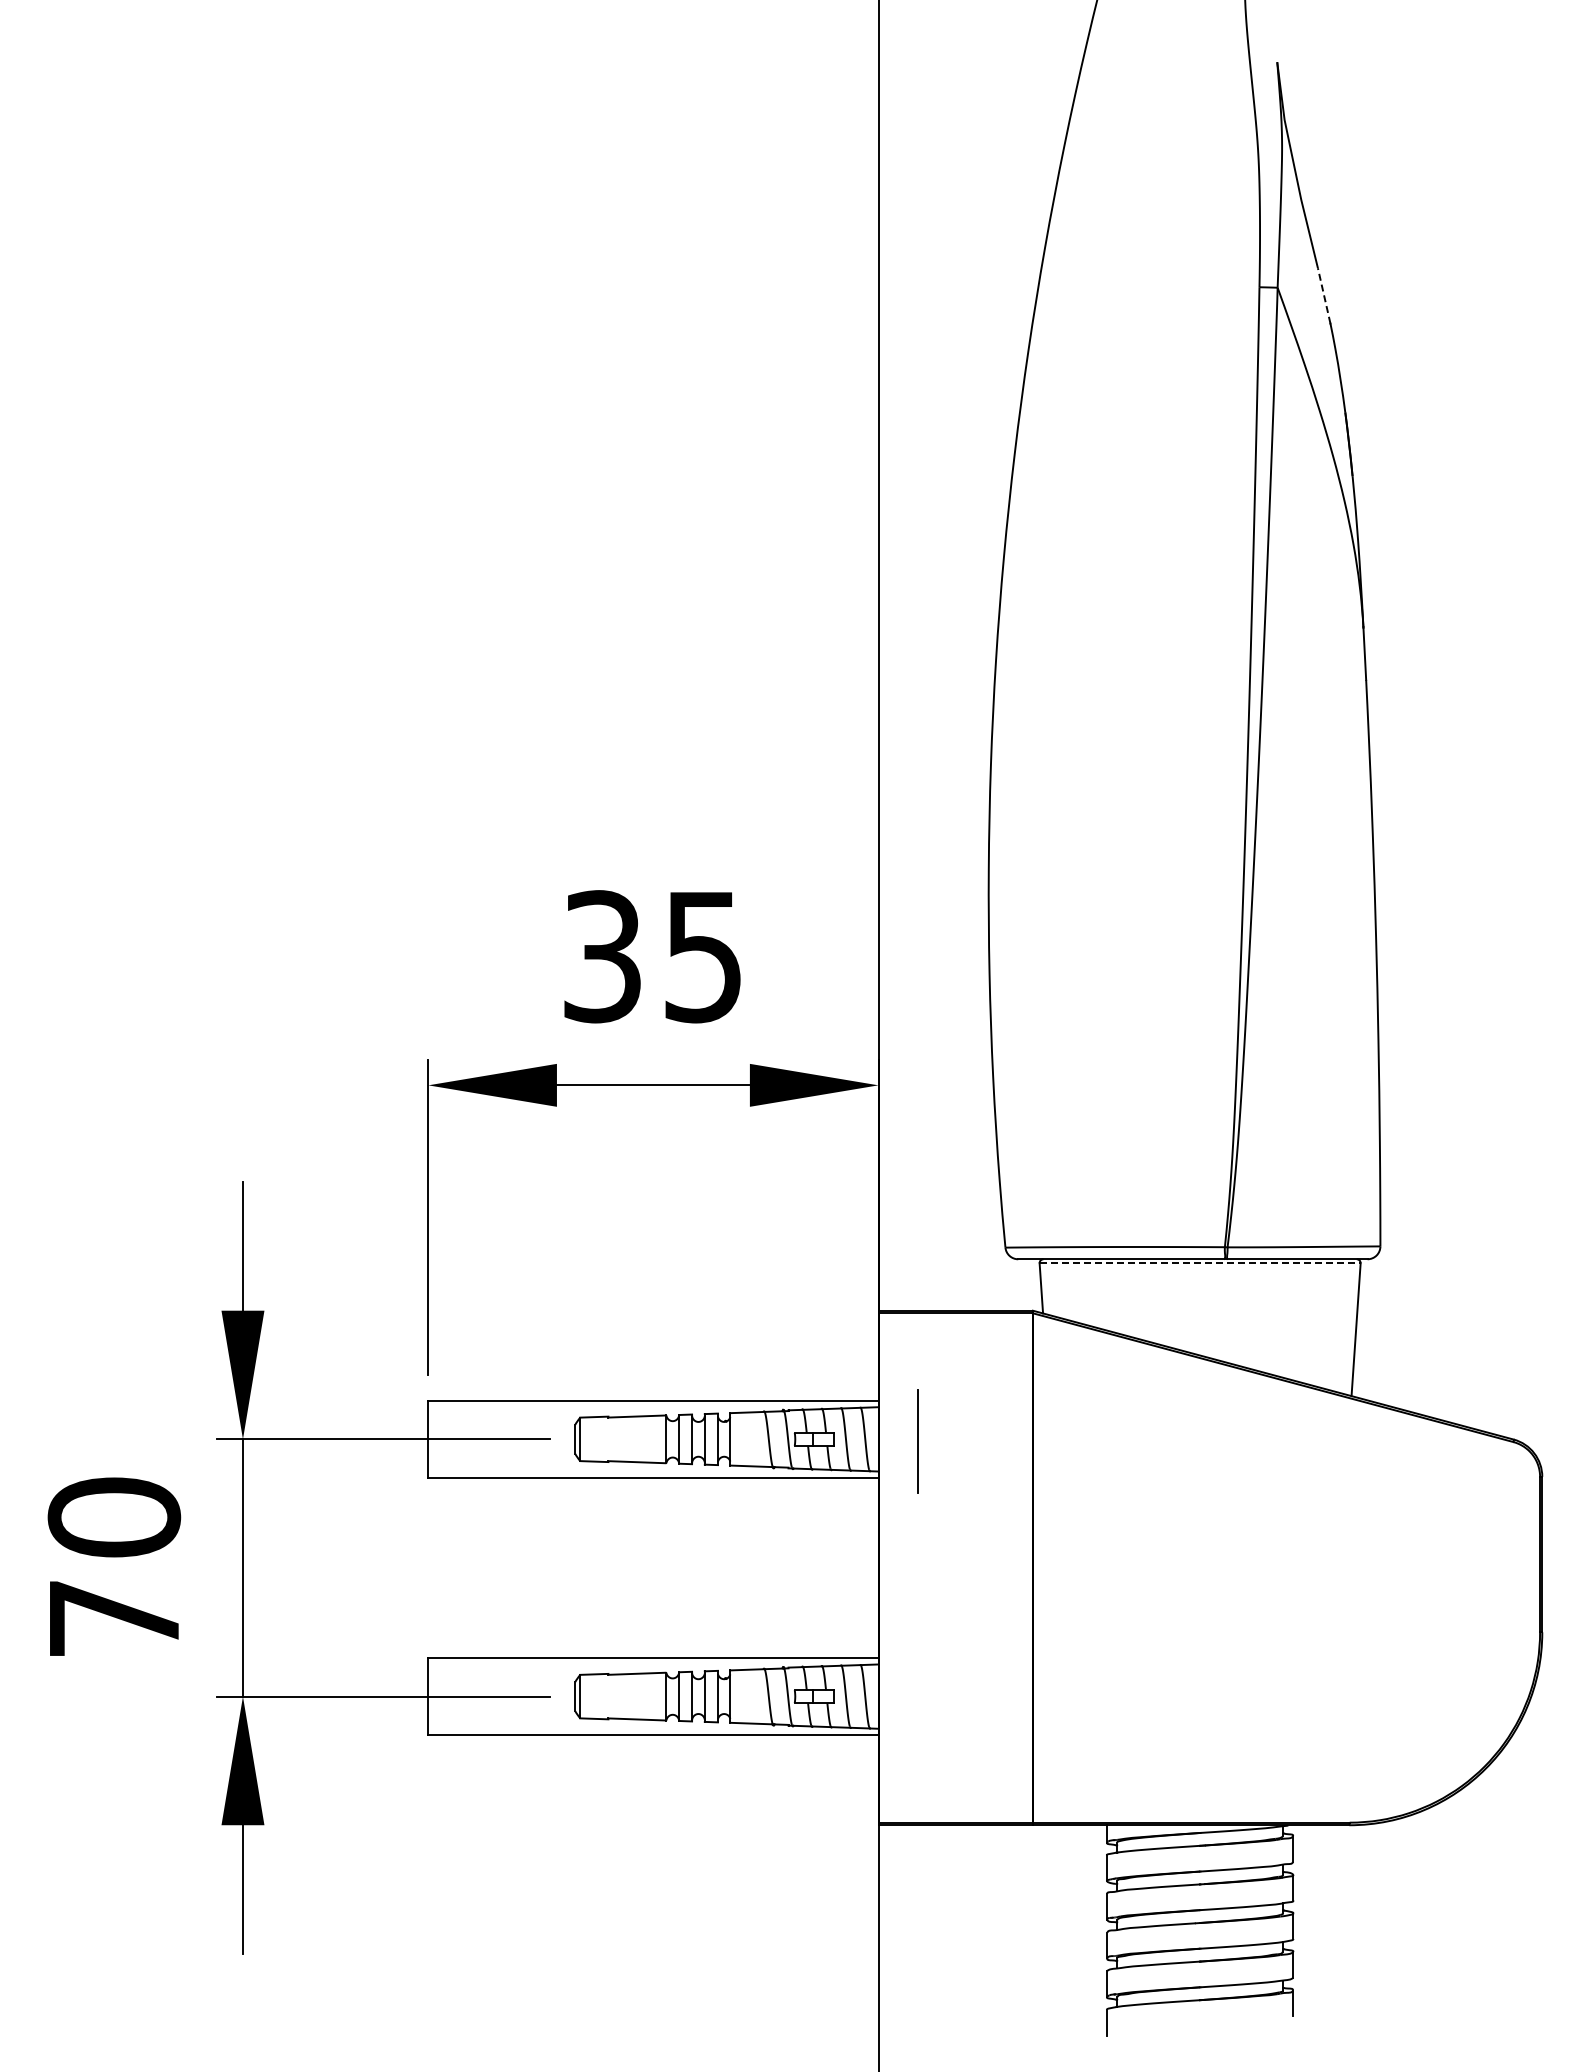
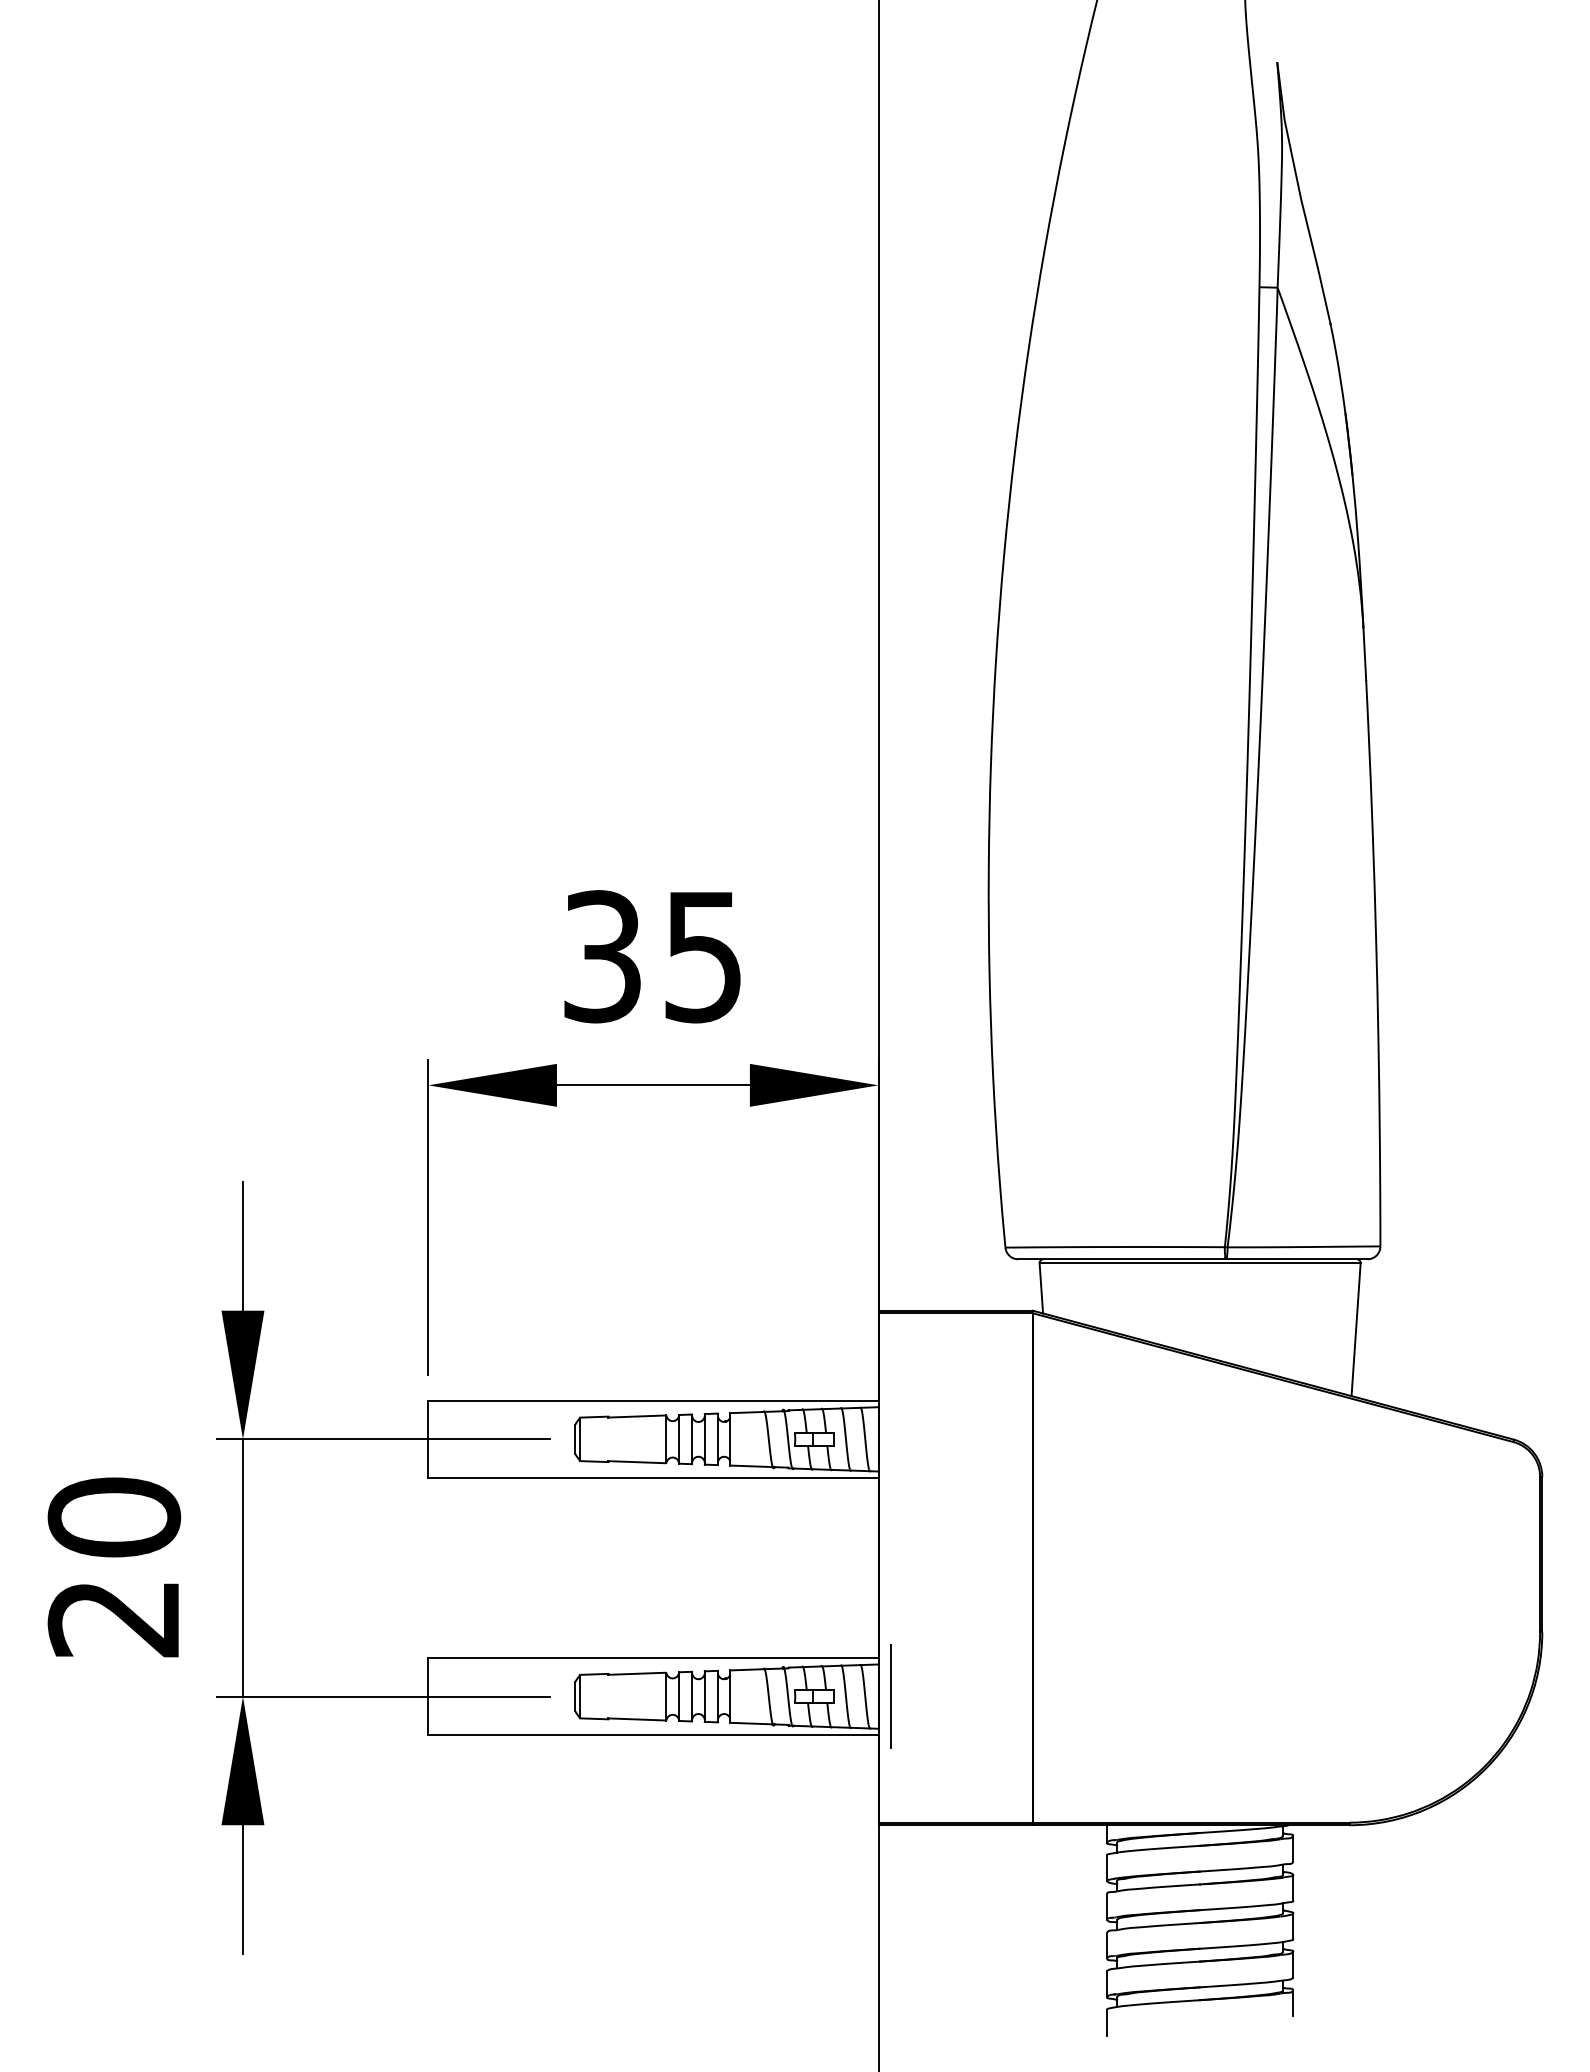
line at (1324, 295): dashed -> solid
line at (1200, 1263): dashed -> solid
line at (917, 1441) position: (917, 1441) -> (890, 1696)
text at (112, 1619): 70 -> 20
